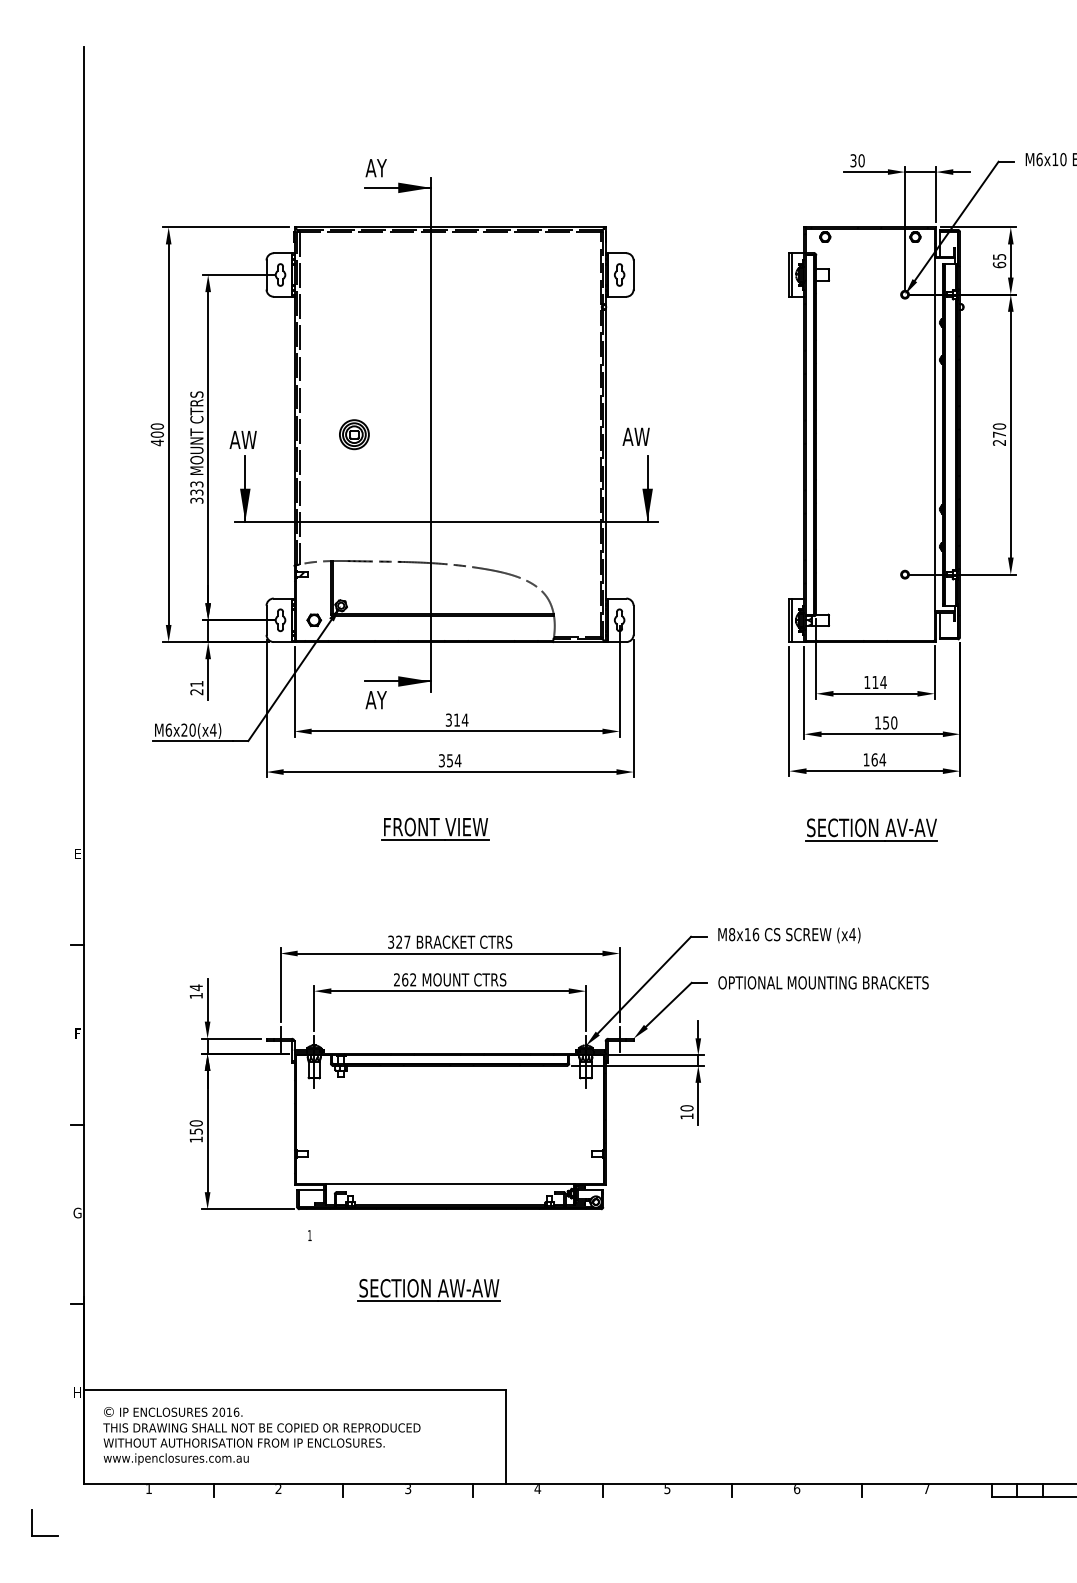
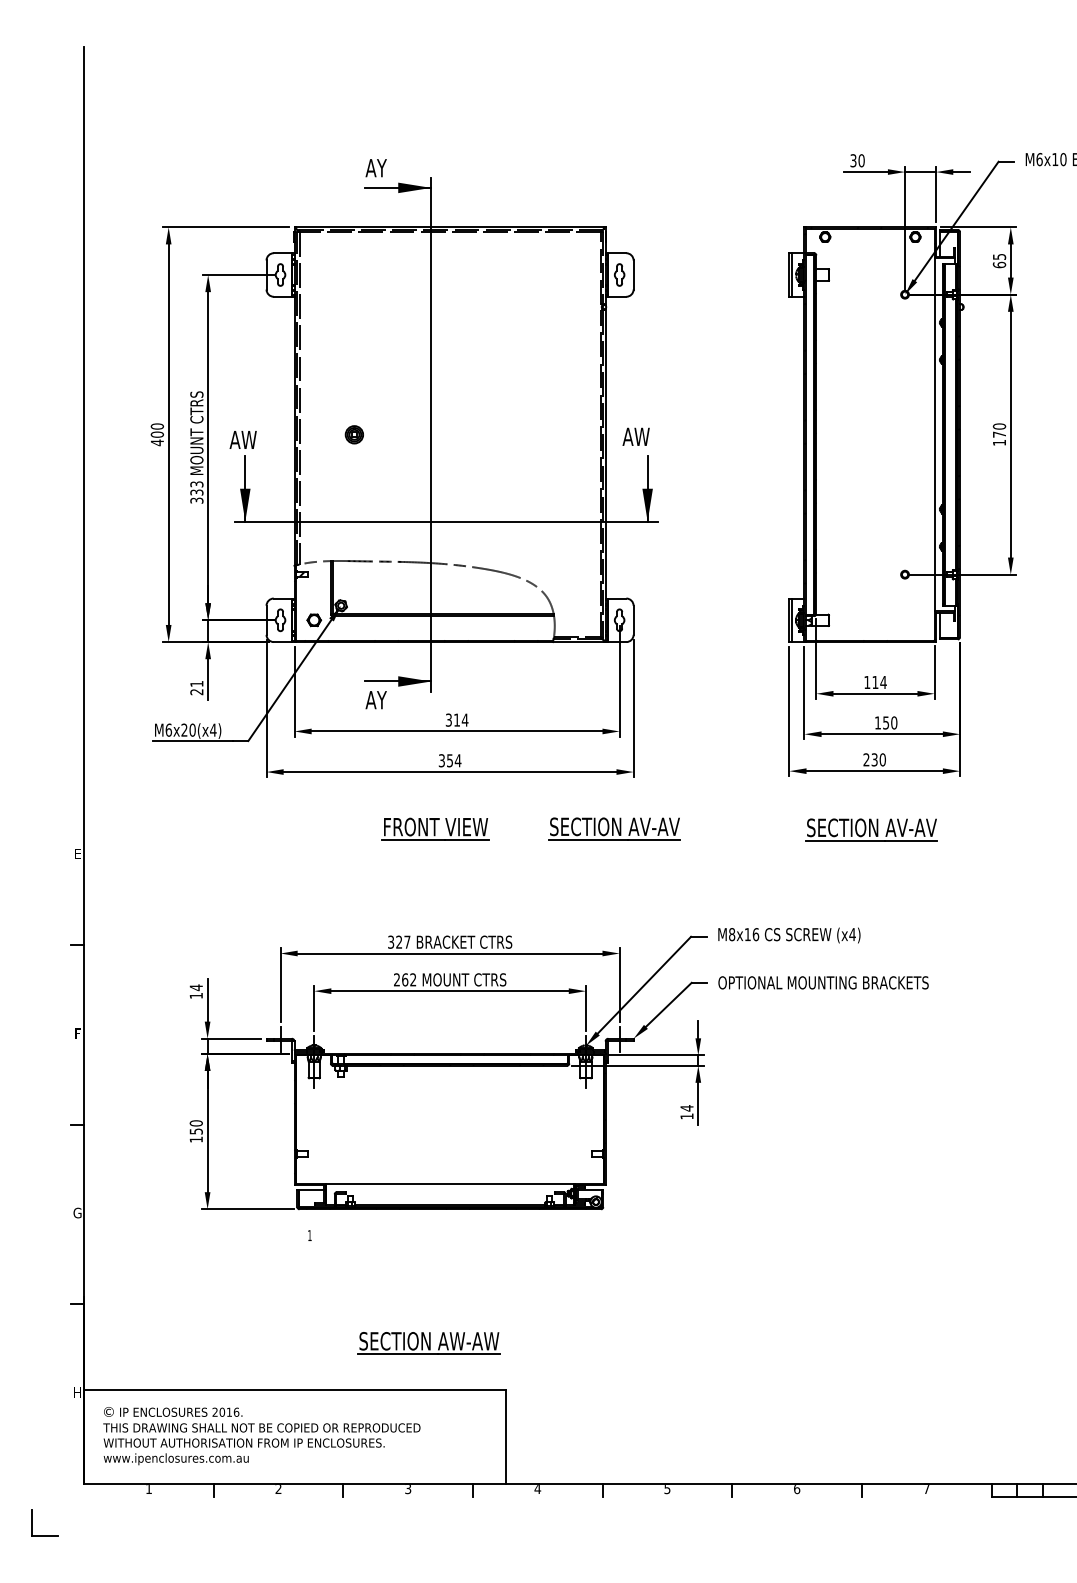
part at (354, 434) size: 31x32 px -> 20x20 px
text at (998, 442): 270 -> 170
text at (874, 759): 164 -> 230
part at (614, 828): none -> present
text at (686, 1108): 10 -> 14
part at (428, 1290) position: (428, 1290) -> (428, 1343)
